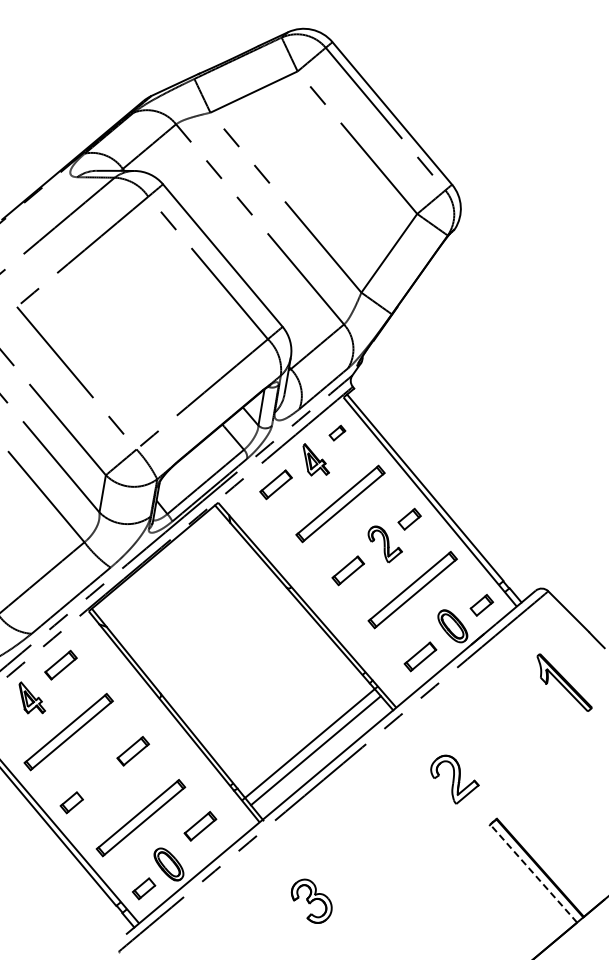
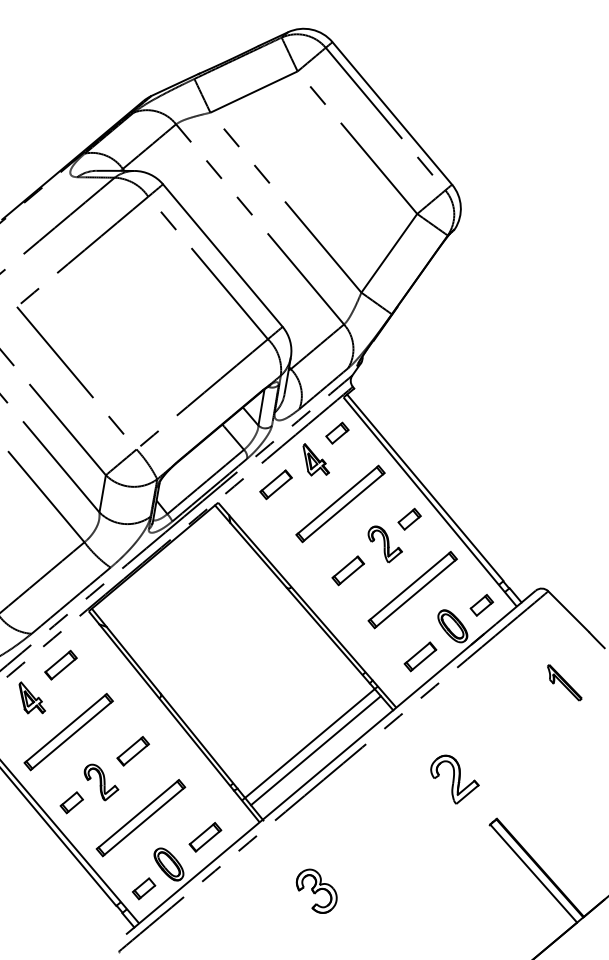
part at (337, 432) size: 19x18 px -> 25x24 px
part at (564, 682) size: 57x59 px -> 36x38 px
part at (101, 782): none -> present
part at (200, 826) position: (200, 826) -> (205, 837)
line at (533, 873): dashed -> solid
part at (311, 900) position: (311, 900) -> (316, 890)
